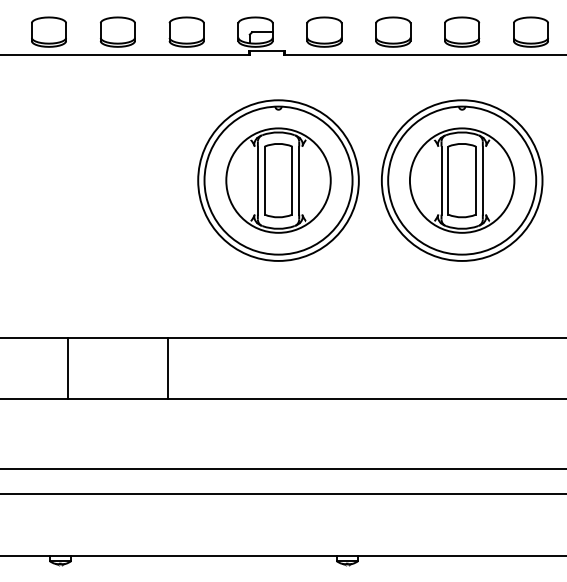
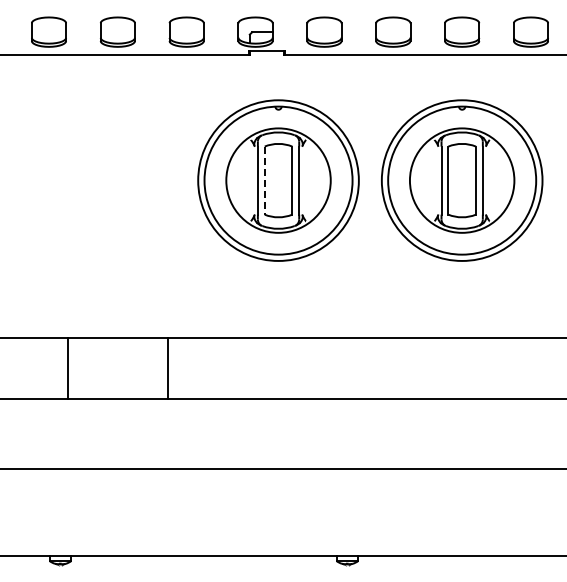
line at (264, 181): solid -> dashed
line at (282, 493): present -> none
